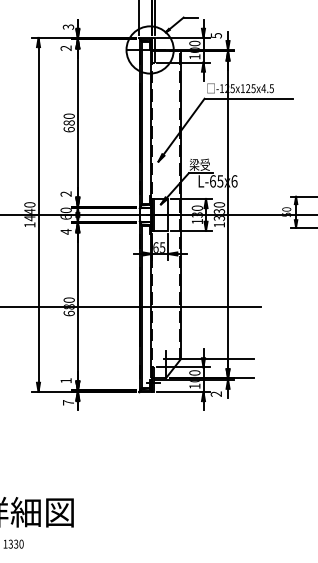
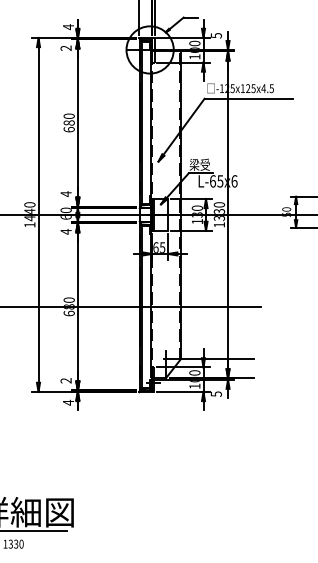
text at (68, 27): 3 -> 4
text at (65, 194): 2 -> 4
text at (65, 380): 1 -> 2
text at (215, 393): 2 -> 5
text at (68, 402): 7 -> 4
line at (34, 531): none -> present
